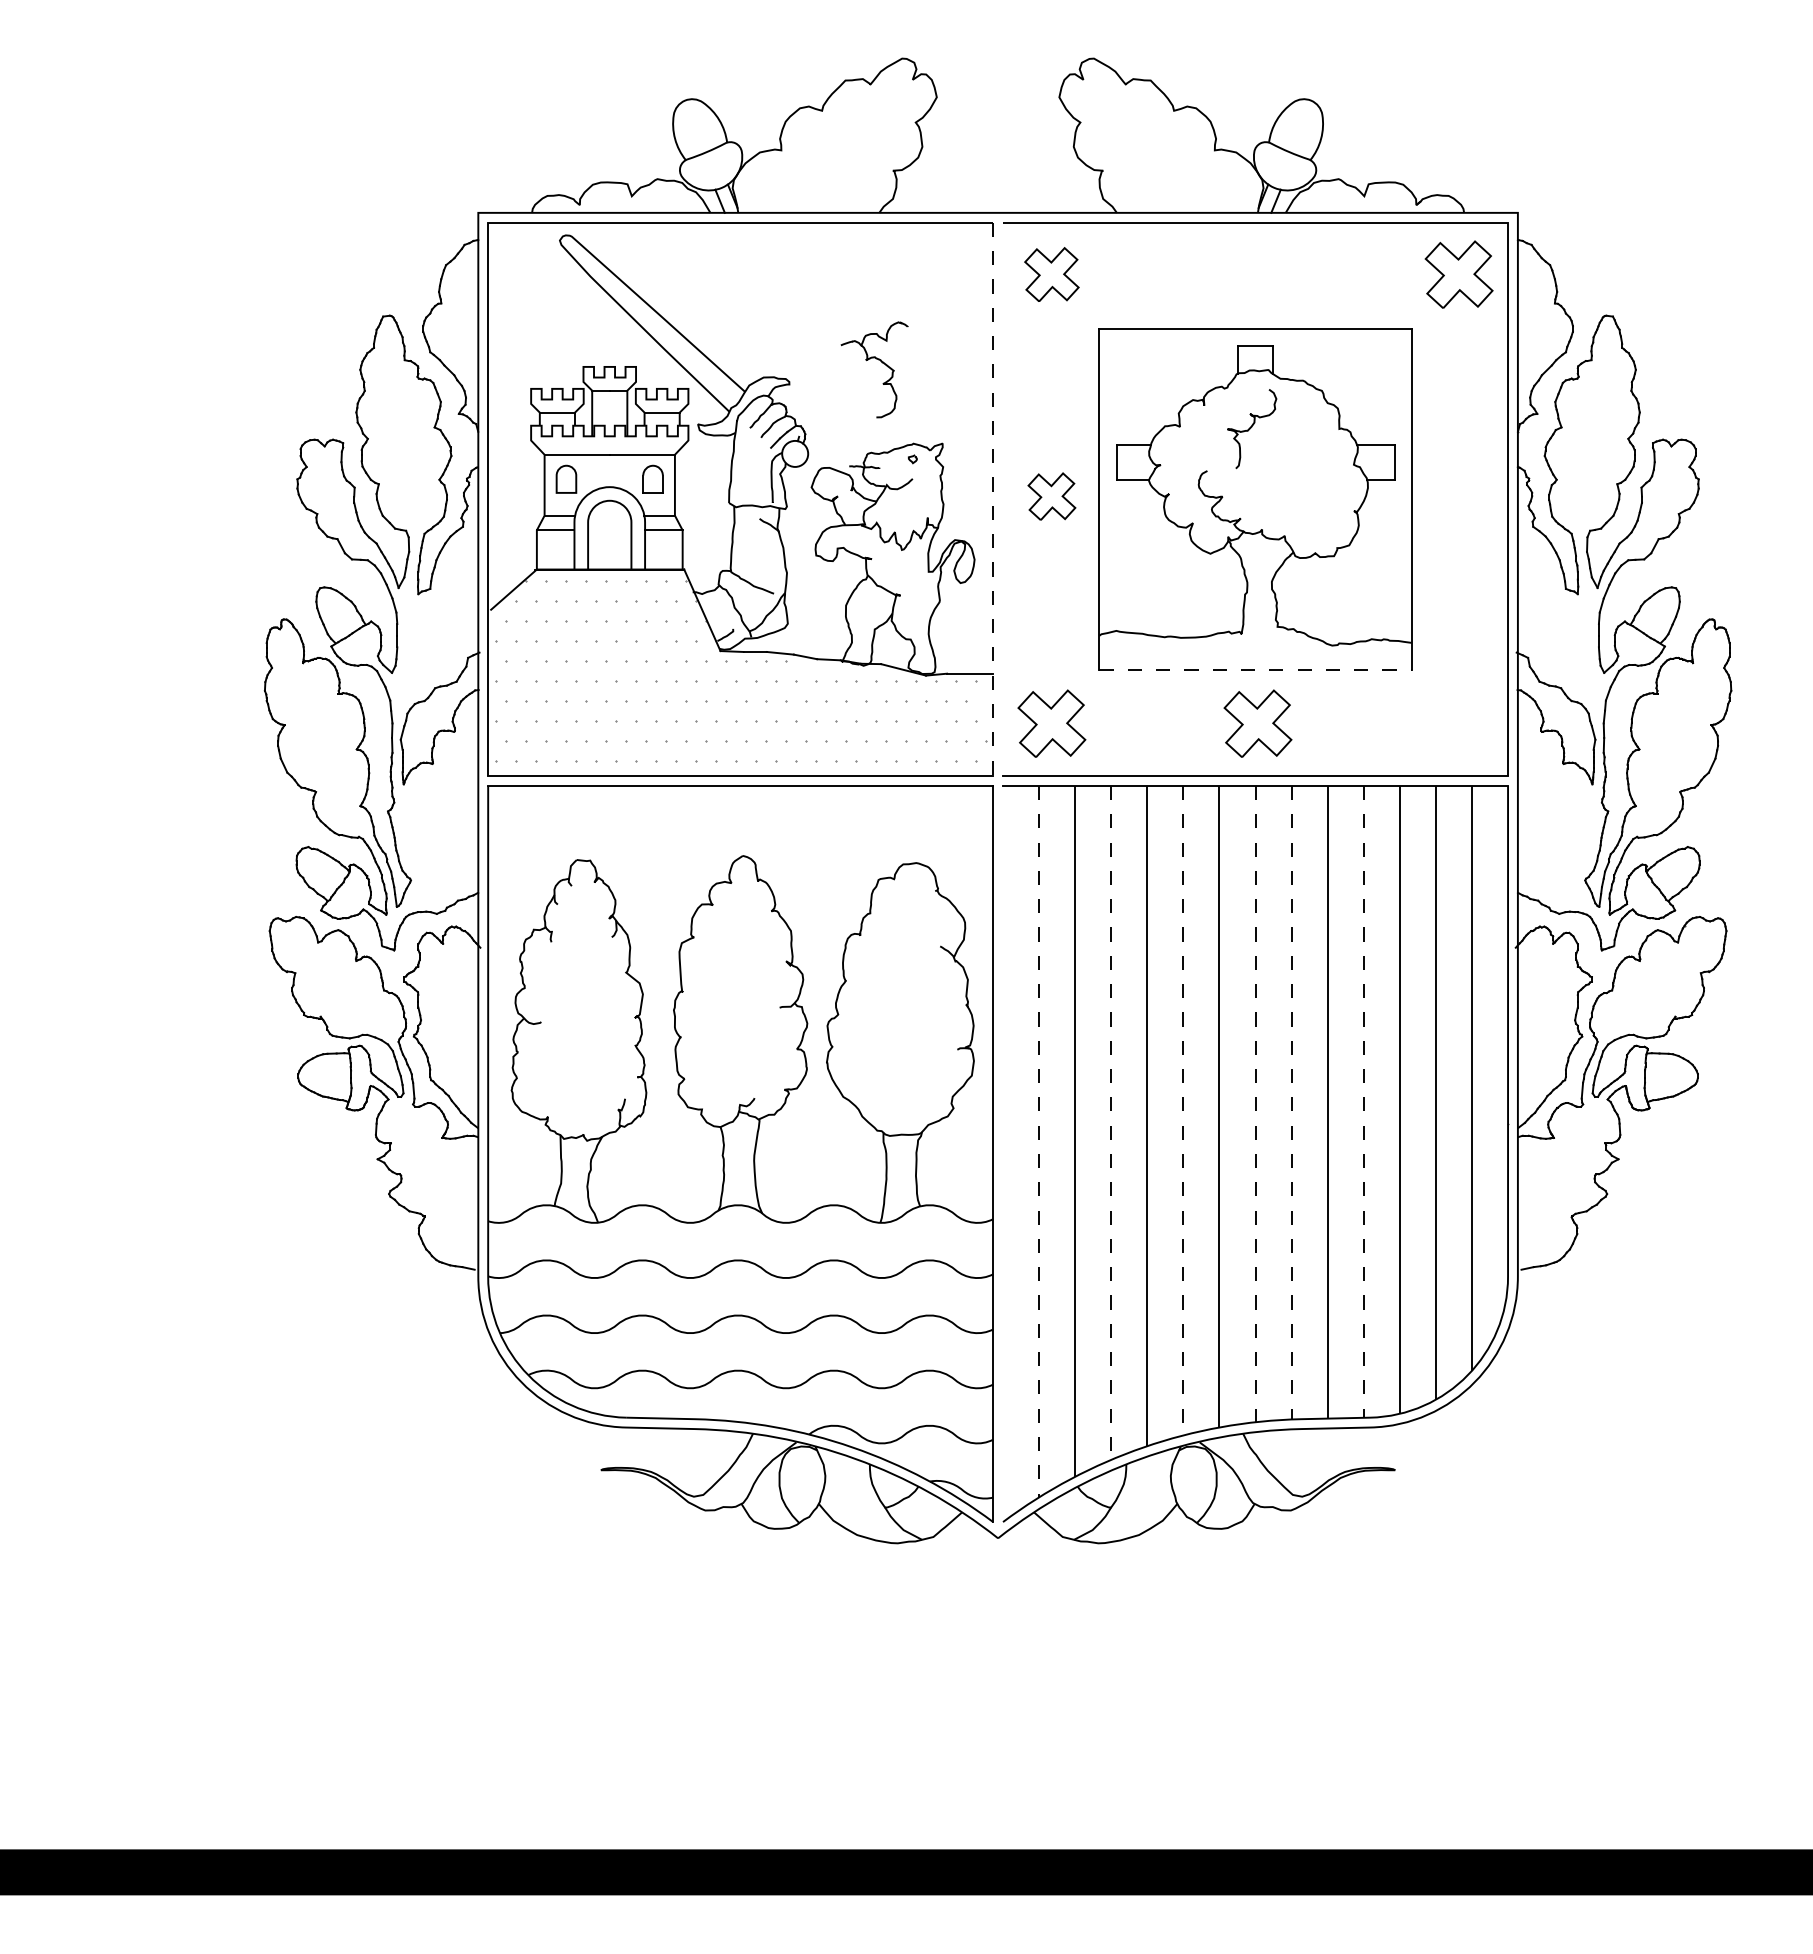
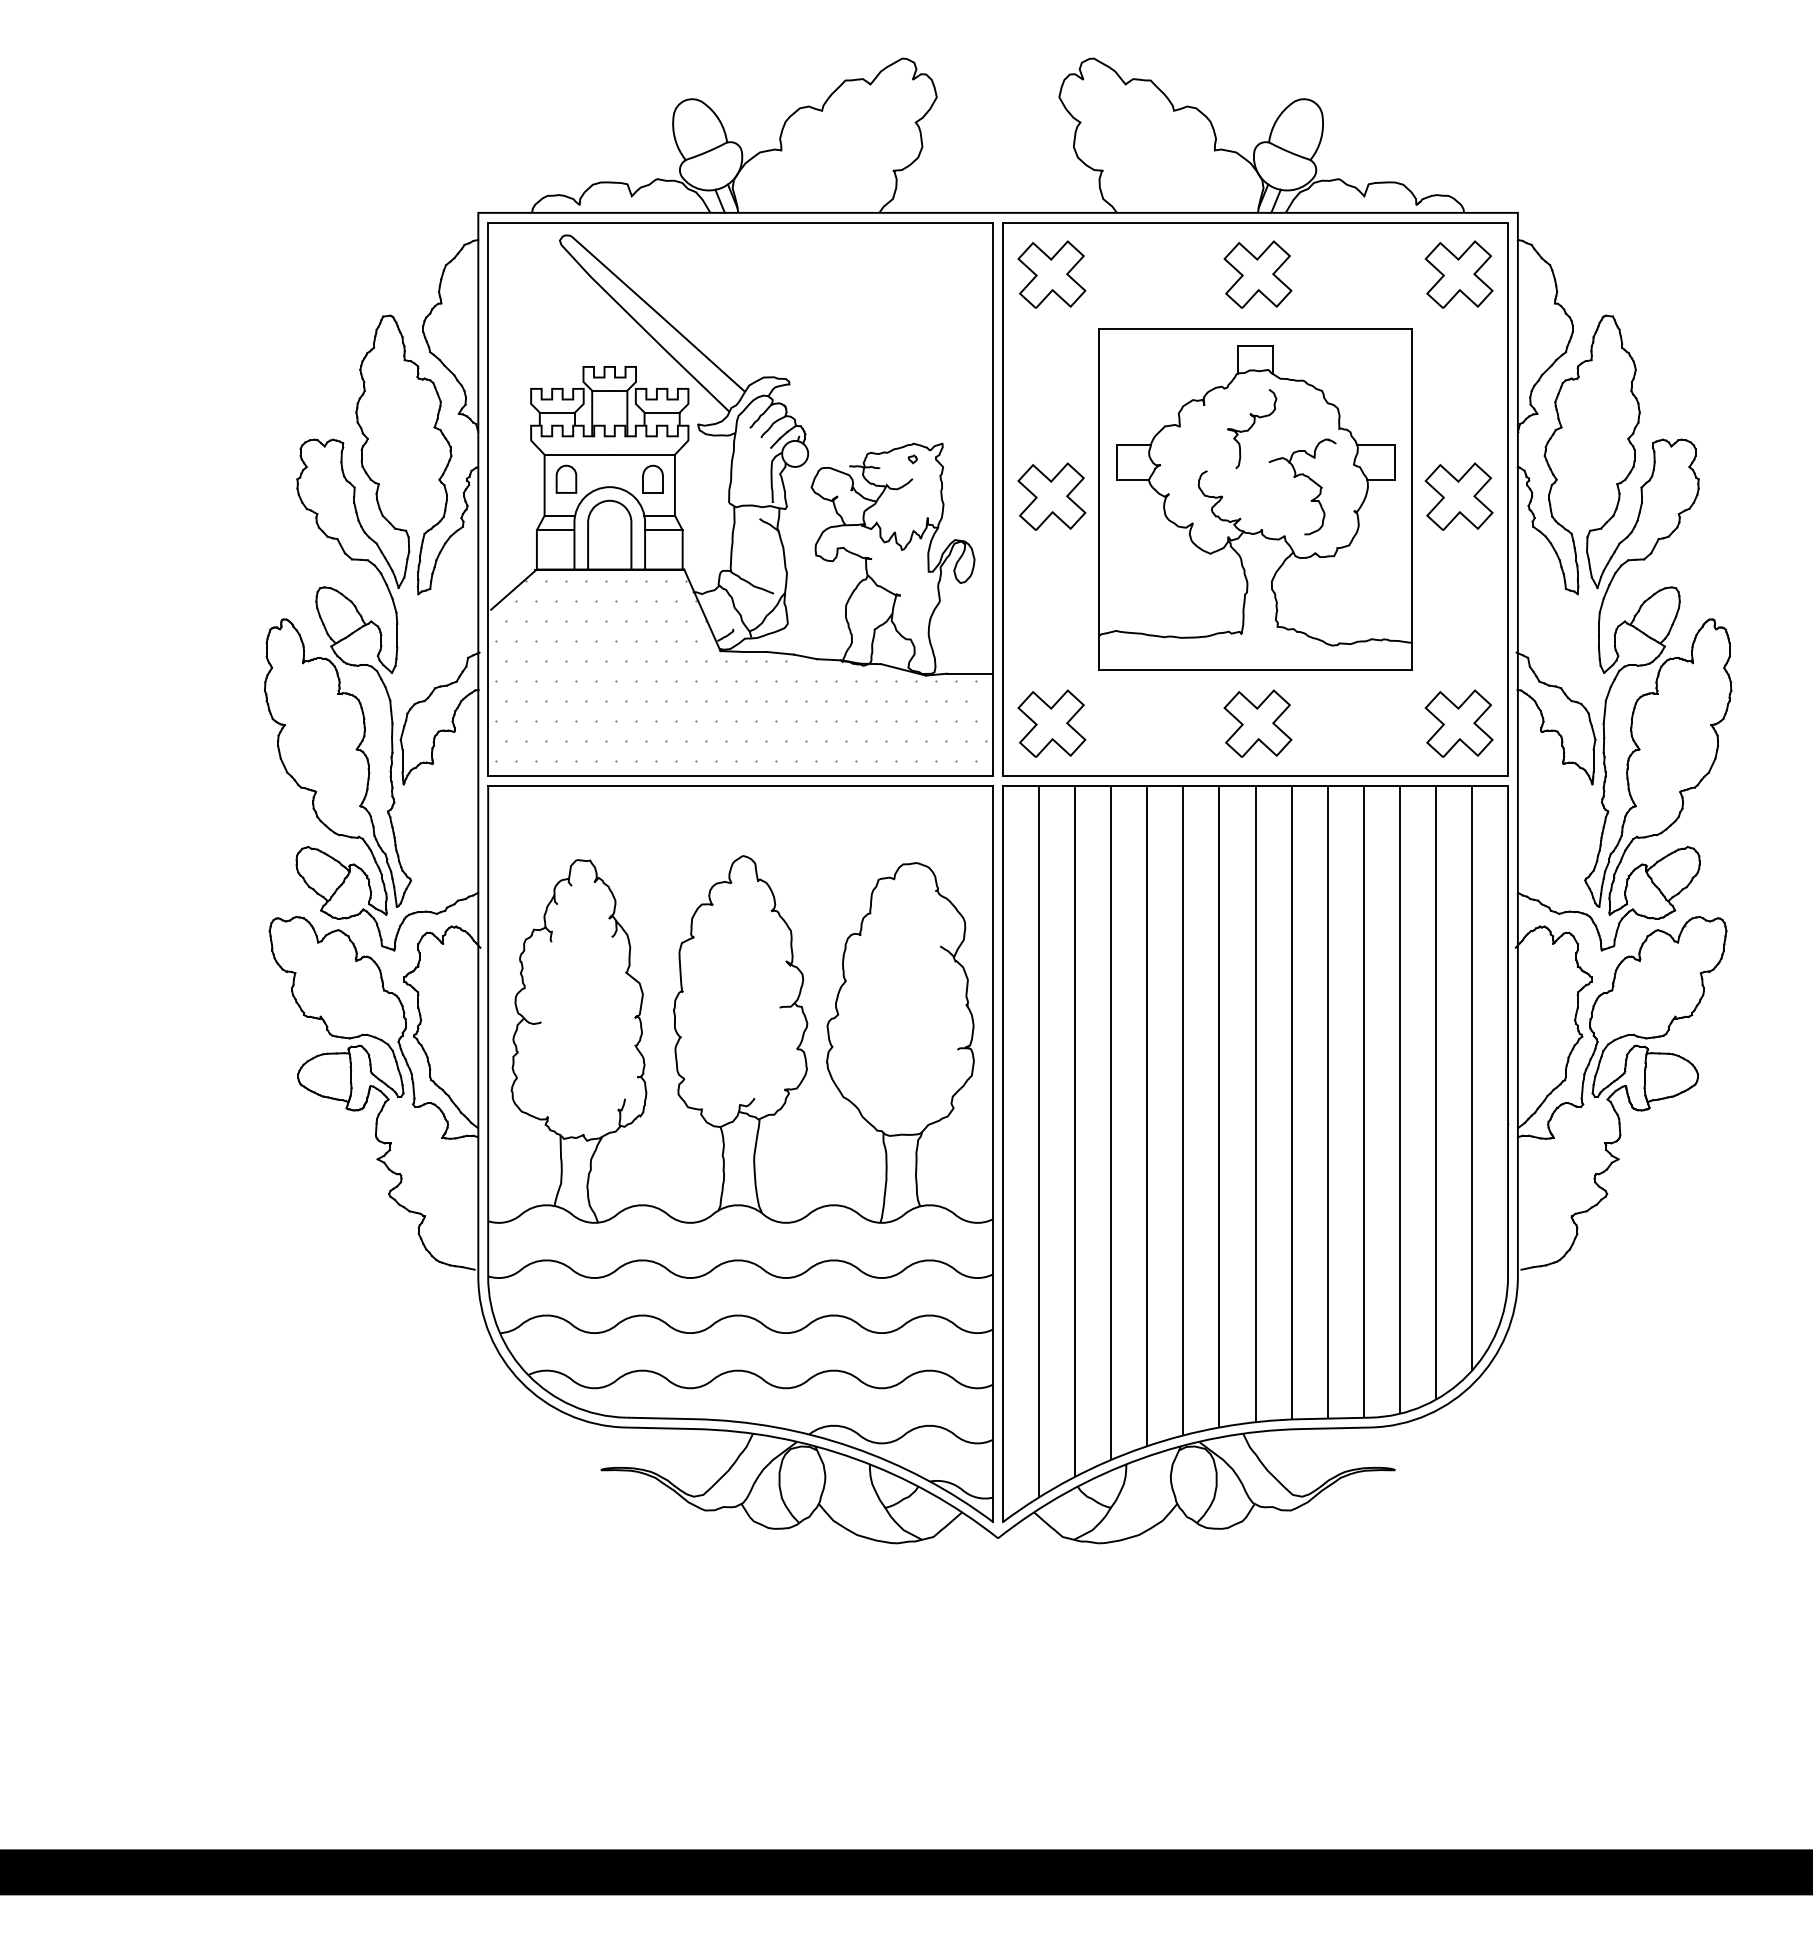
part at (1051, 274) size: 56x55 px -> 70x69 px
part at (1257, 274): none -> present
part at (878, 360) position: (878, 360) -> (1306, 477)
part at (1051, 496) size: 50x49 px -> 70x69 px
part at (1458, 496): none -> present
line at (993, 499): dashed -> solid
line at (1003, 499): none -> present
line at (1256, 670): dashed -> solid
part at (1458, 723): none -> present
line at (1363, 1101): dashed -> solid
line at (1291, 1102): dashed -> solid
line at (1255, 1104): dashed -> solid
line at (1183, 1110): dashed -> solid
line at (1111, 1122): dashed -> solid
line at (1039, 1141): dashed -> solid
line at (1003, 1153): none -> present
